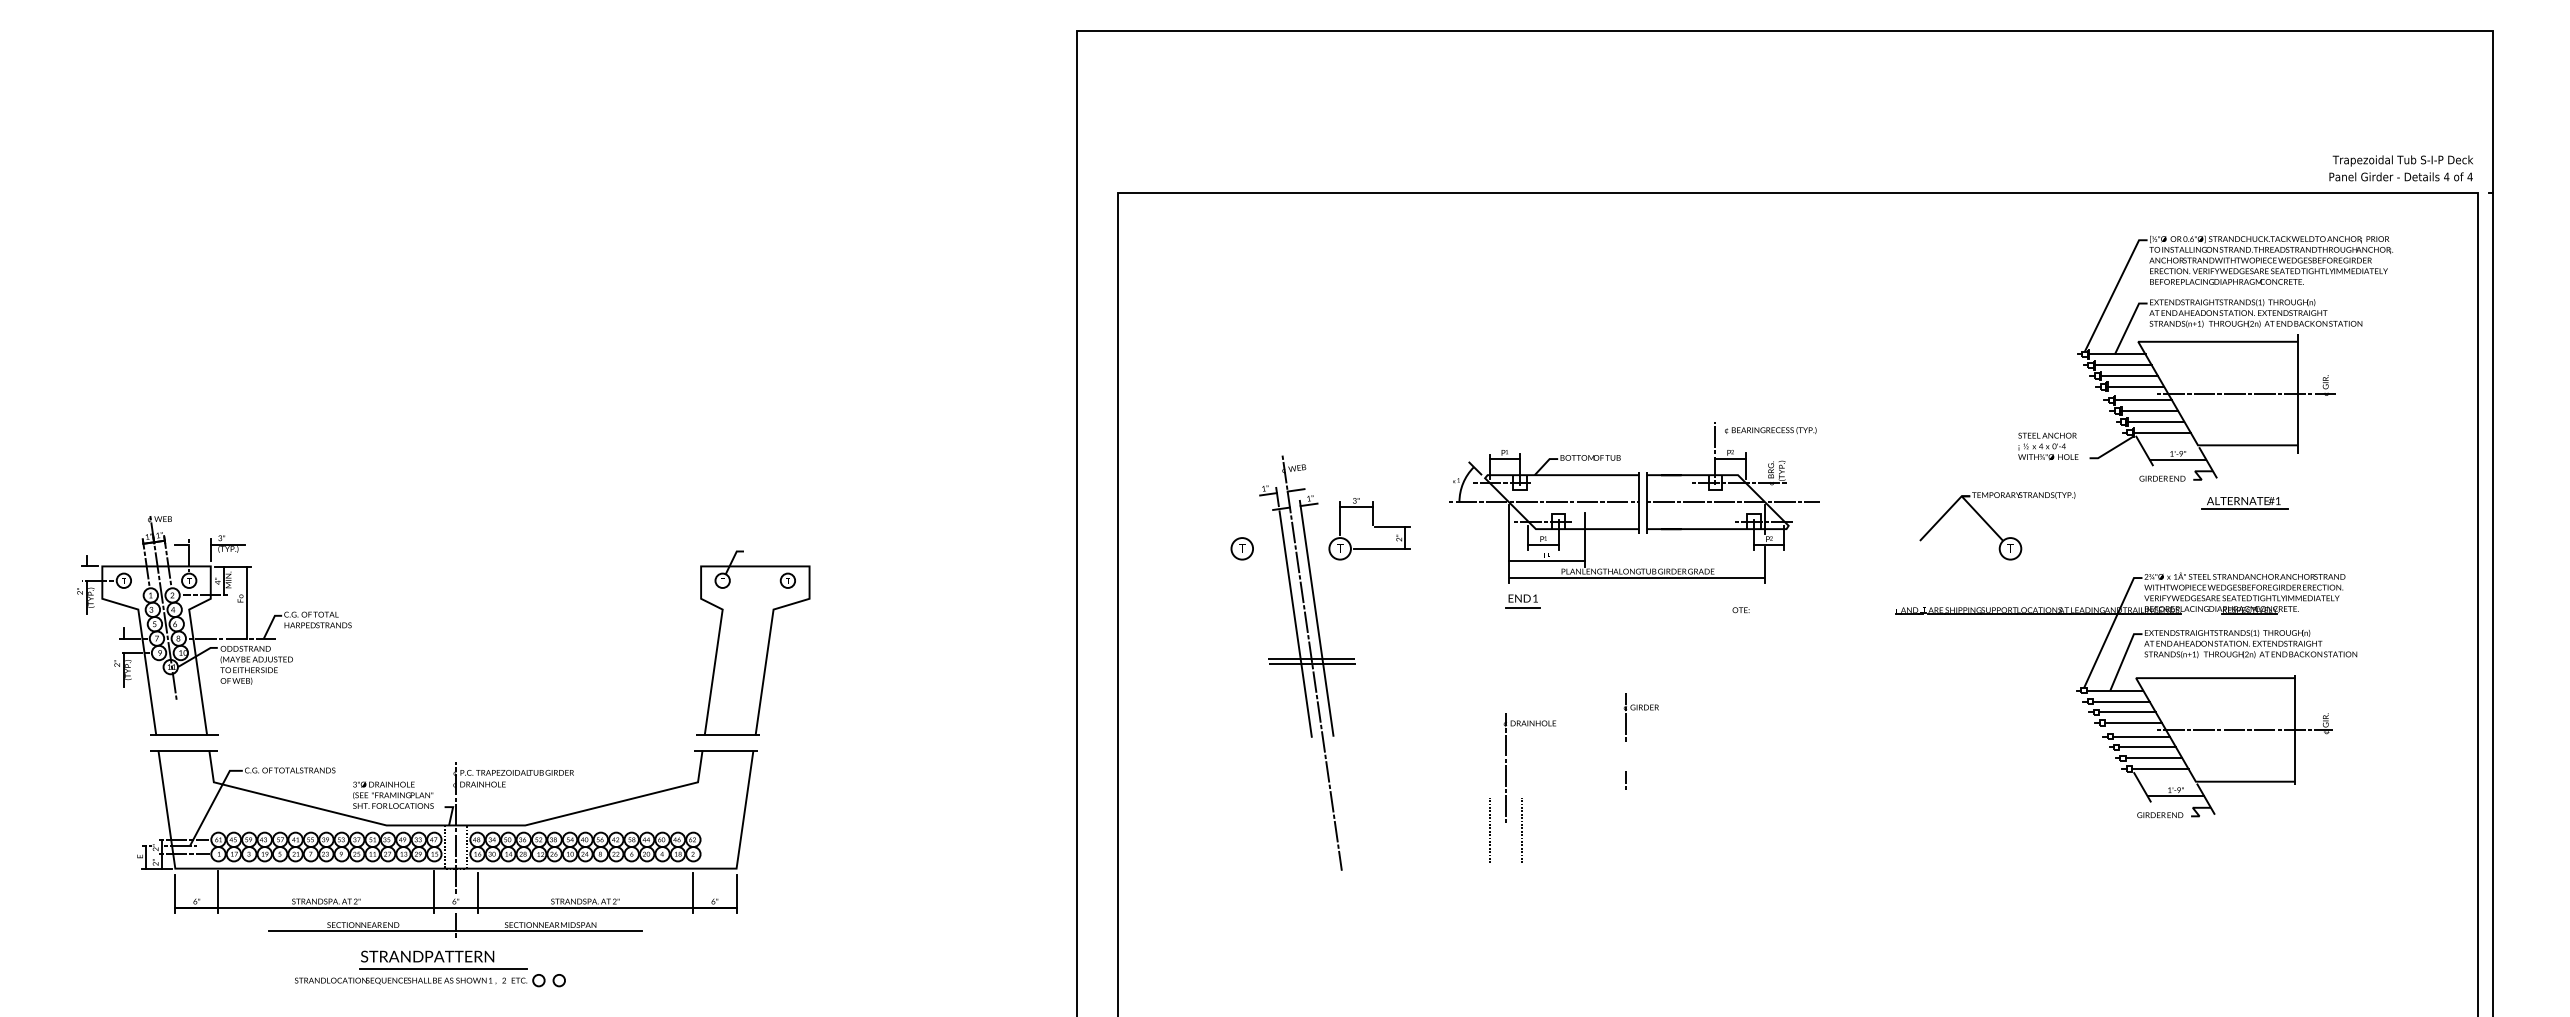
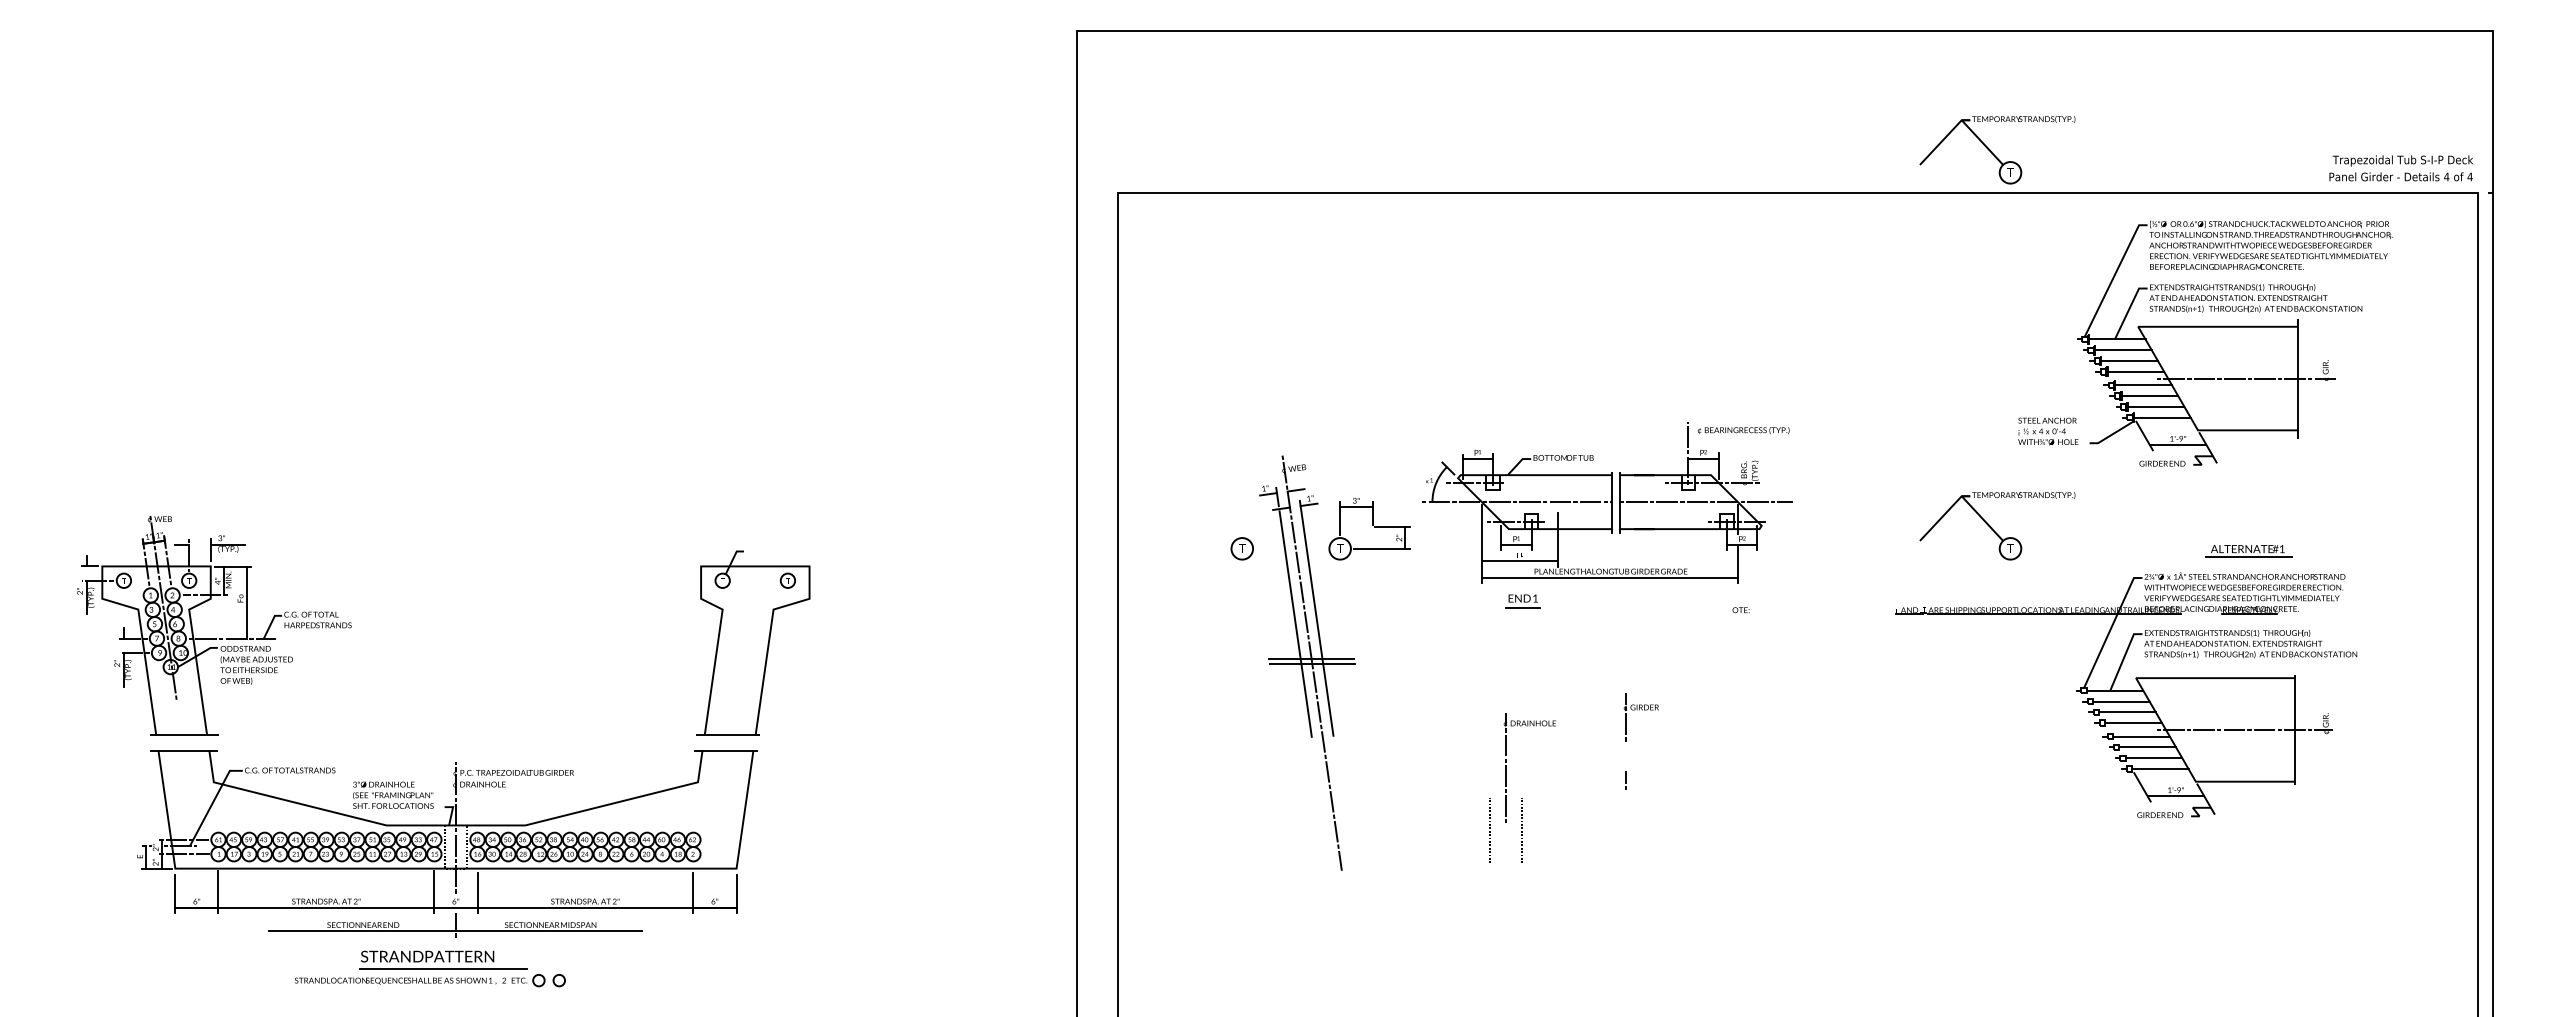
part at (1997, 150): none -> present
part at (2205, 358) position: (2205, 358) -> (2205, 343)
part at (1634, 502) position: (1634, 502) -> (1607, 502)
part at (2244, 503) position: (2244, 503) -> (2248, 551)
